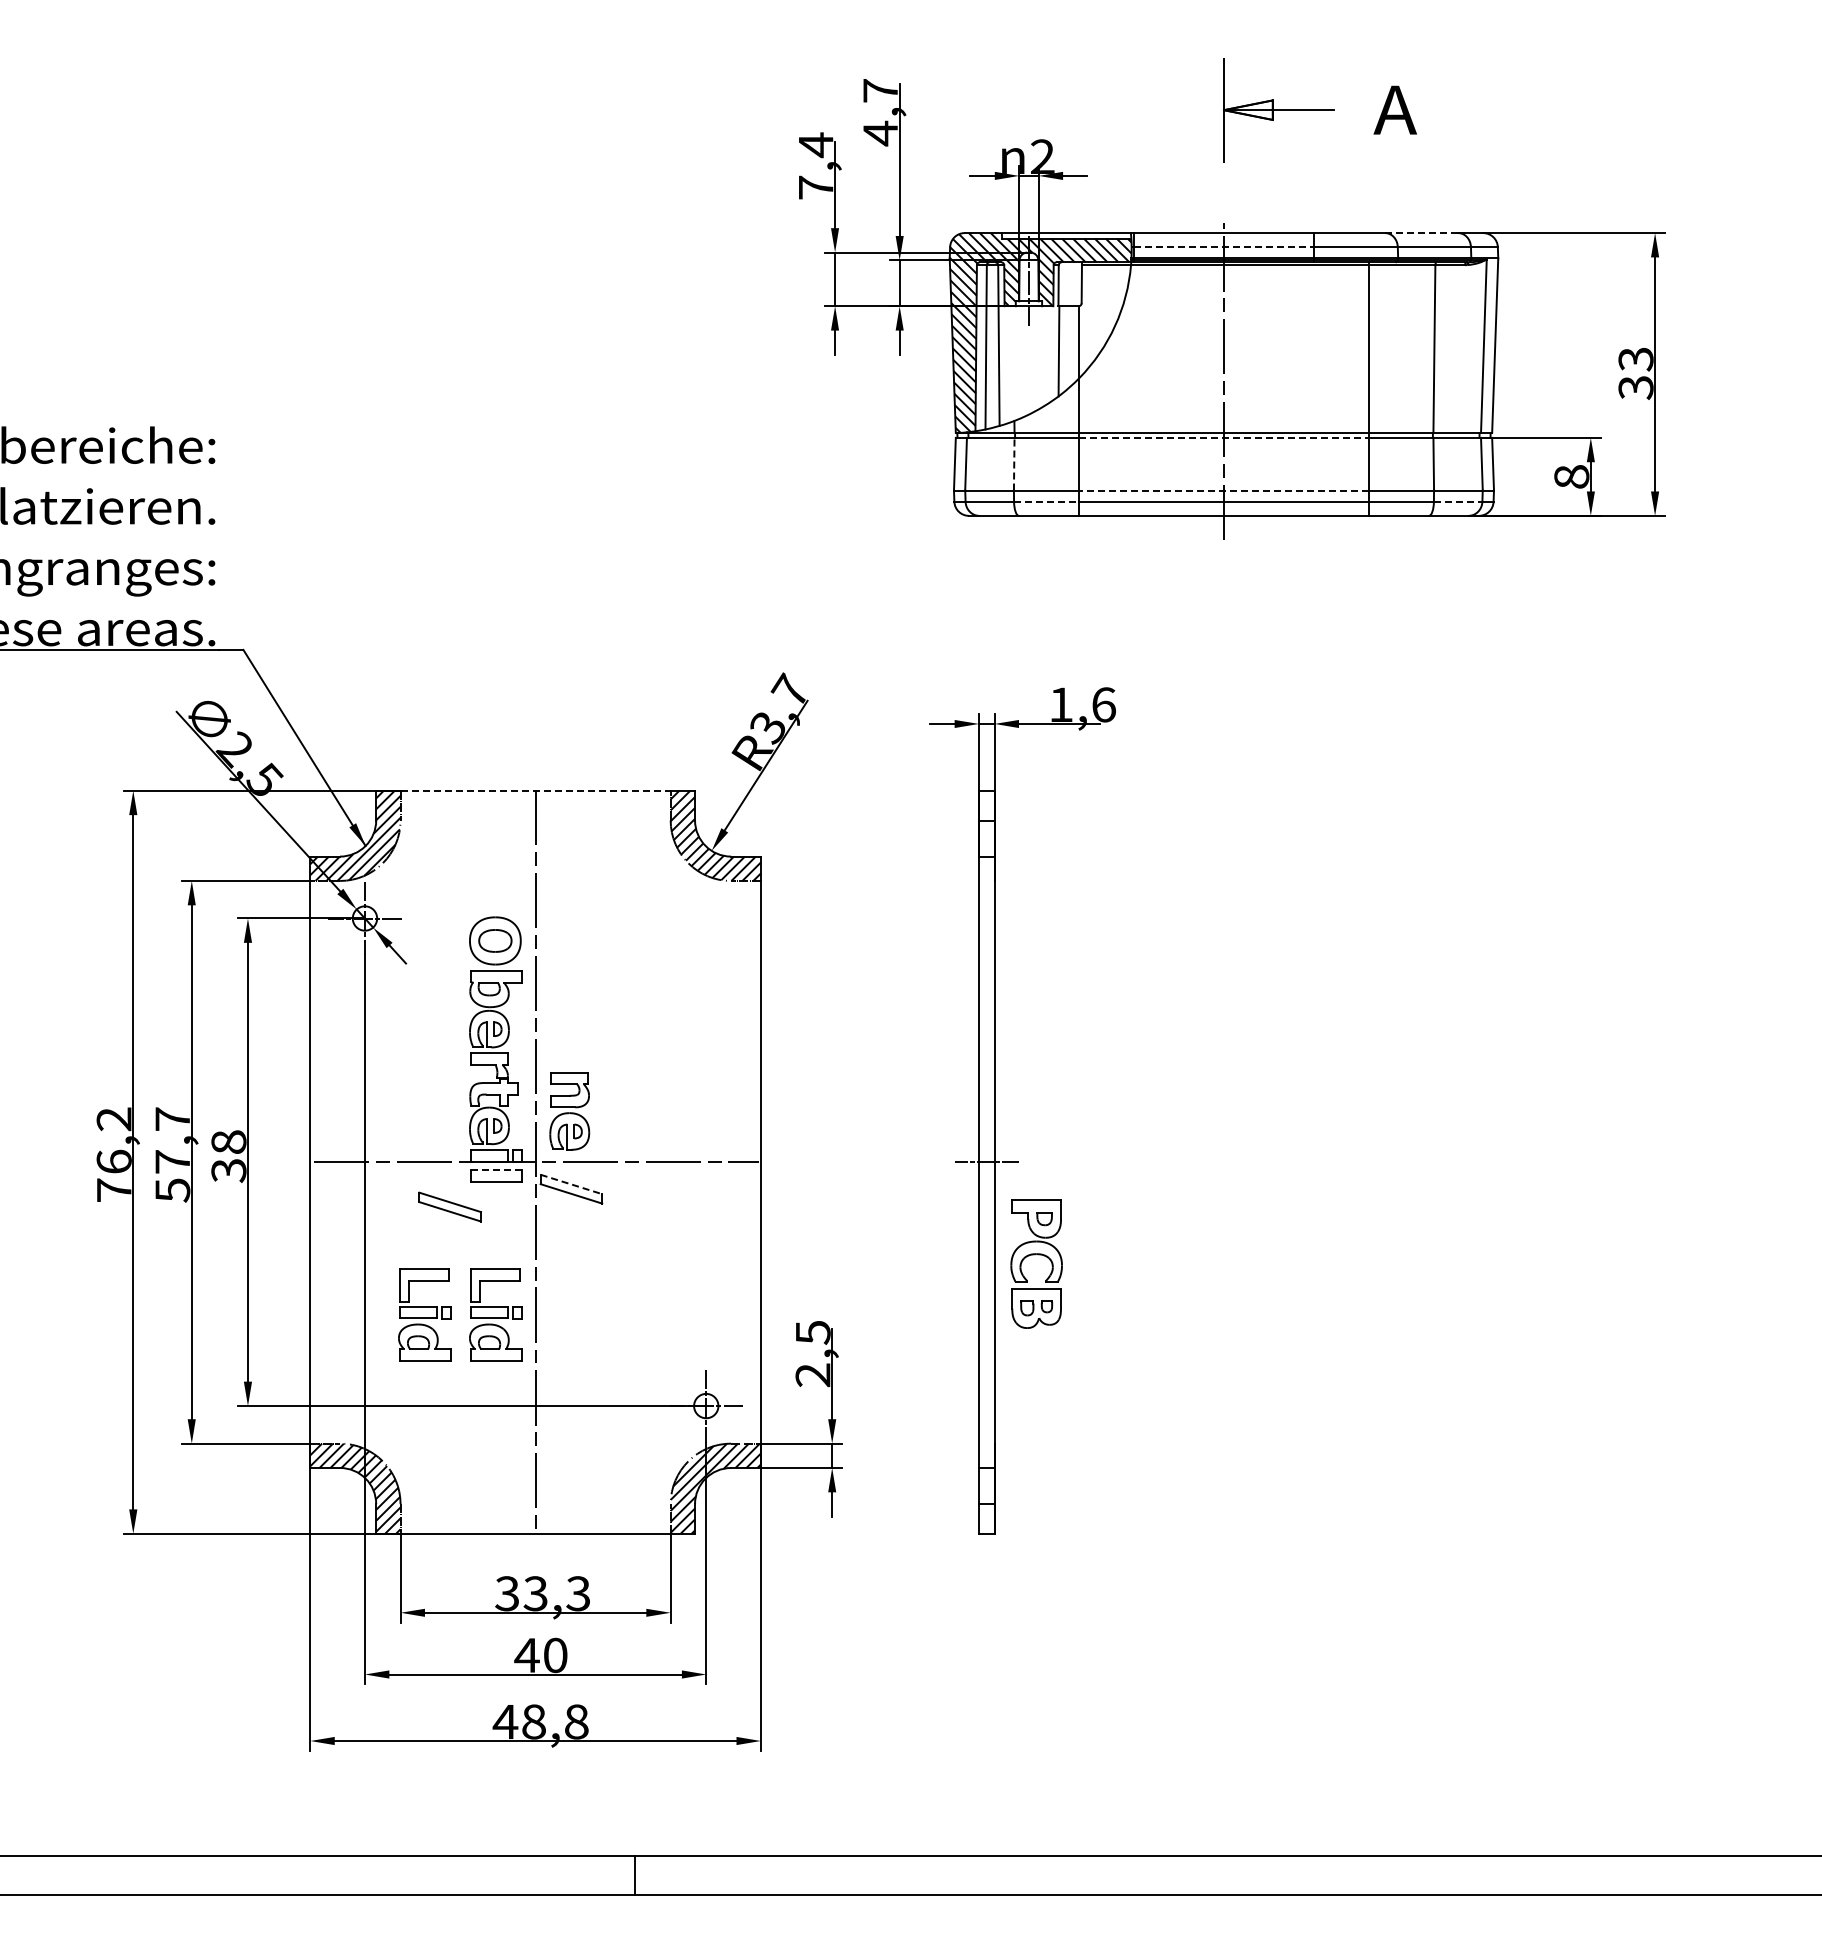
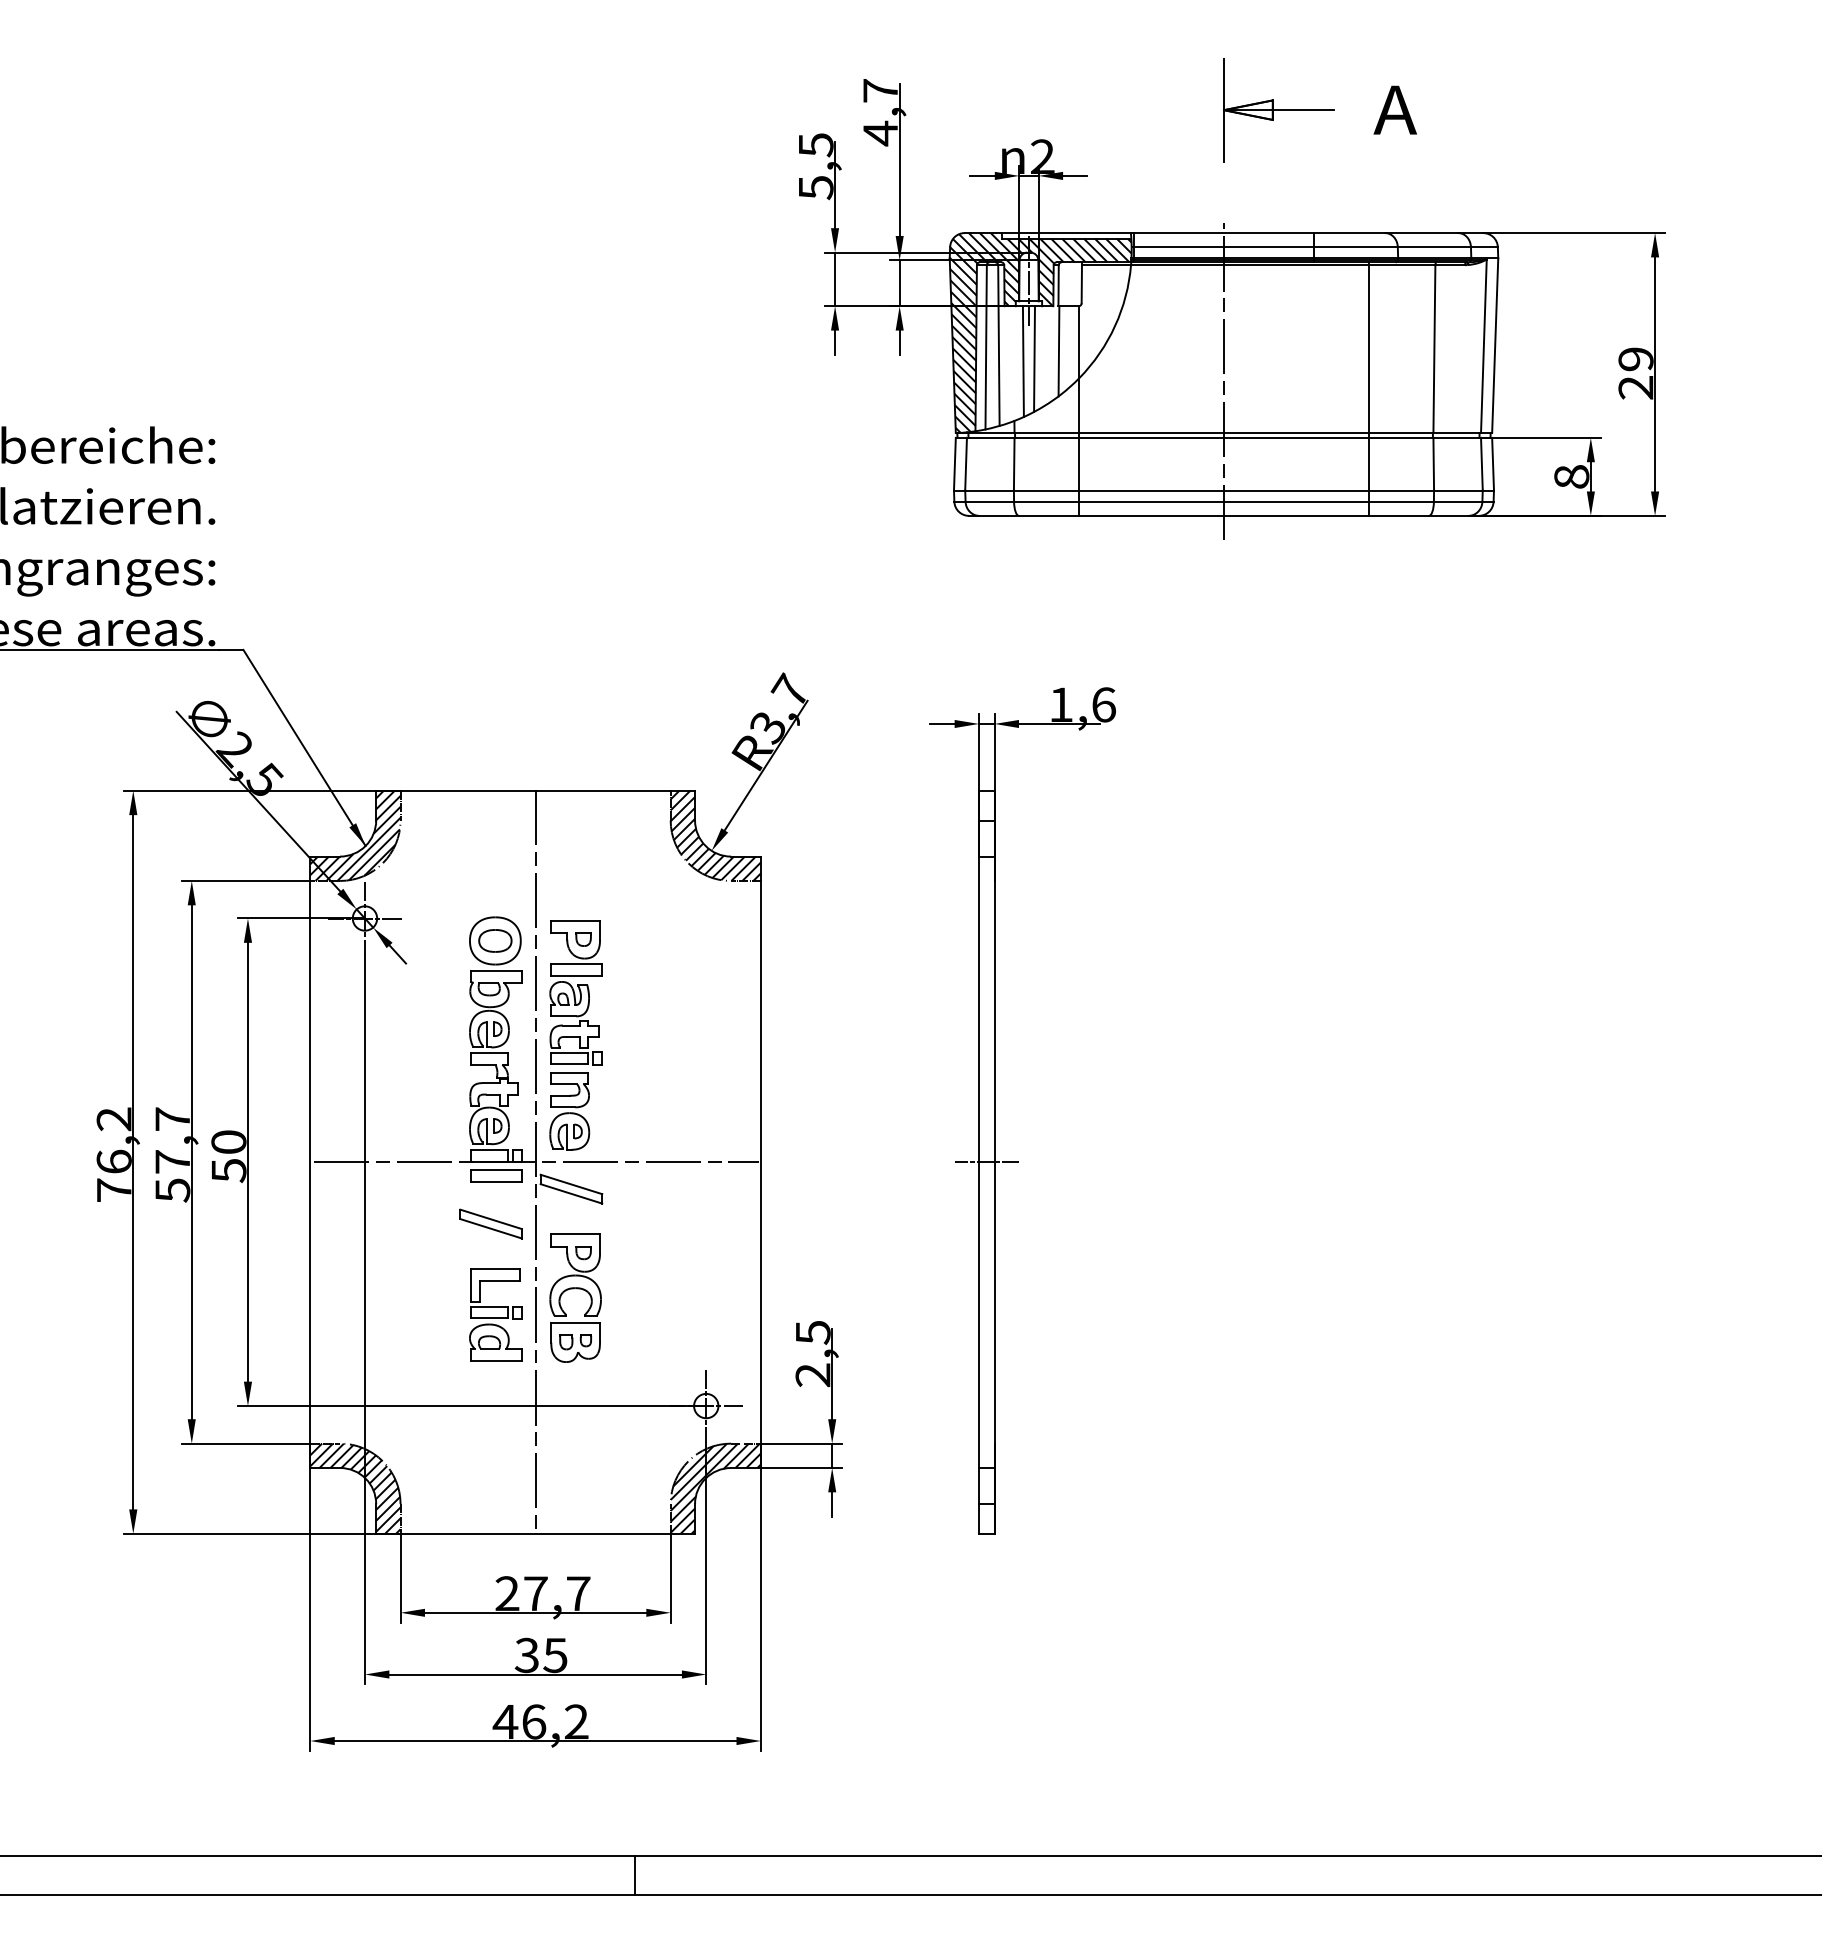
text at (816, 166): 7,4 -> 5,5
line at (1421, 233): dashed -> solid
line at (1223, 247): dashed -> solid
line at (1034, 358): none -> present
line at (1022, 361): none -> present
text at (1635, 373): 33 -> 29
line at (1223, 437): dashed -> solid
line at (1014, 463): dashed -> solid
line at (1223, 490): dashed -> solid
line at (1046, 501): dashed -> solid
line at (1458, 501): dashed -> solid
line at (536, 790): dashed -> solid
part at (575, 992): none -> present
text at (228, 1156): 38 -> 50
line at (496, 1170): dashed -> solid
line at (571, 1184): dashed -> solid
part at (449, 1206) position: (449, 1206) -> (490, 1223)
part at (1035, 1255) position: (1035, 1255) -> (574, 1289)
part at (424, 1314): present -> none
text at (542, 1593): 33,3 -> 27,7
text at (540, 1655): 40 -> 35
text at (555, 1721): 48,8 -> 46,2
